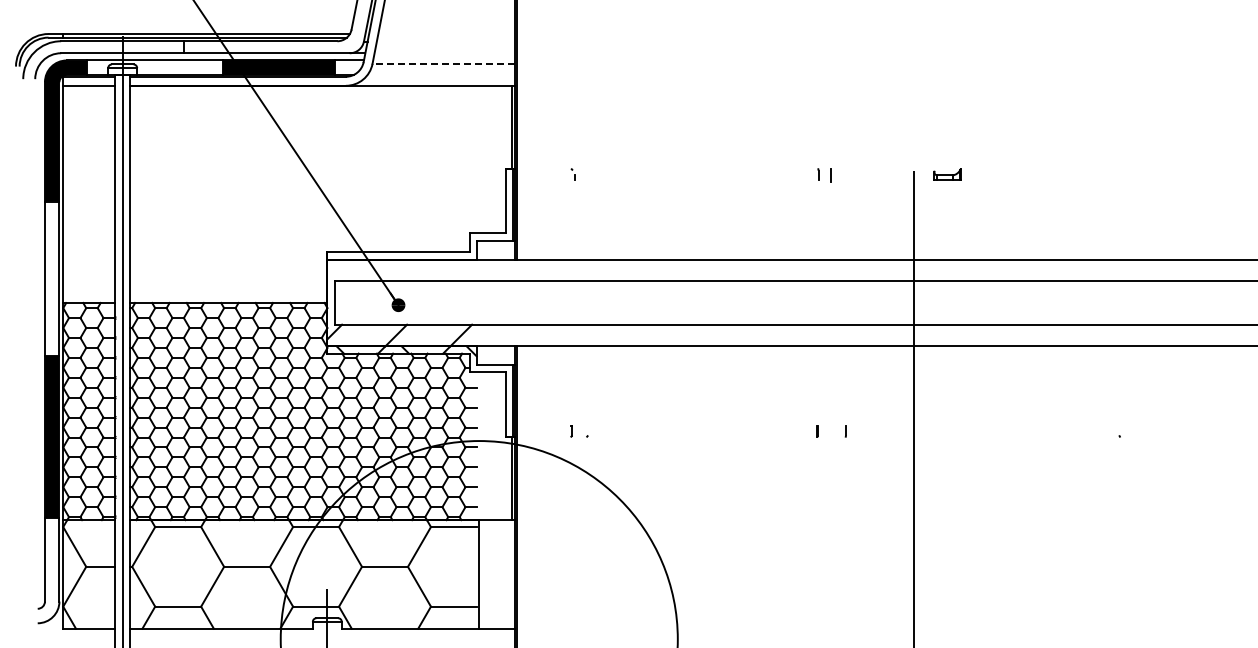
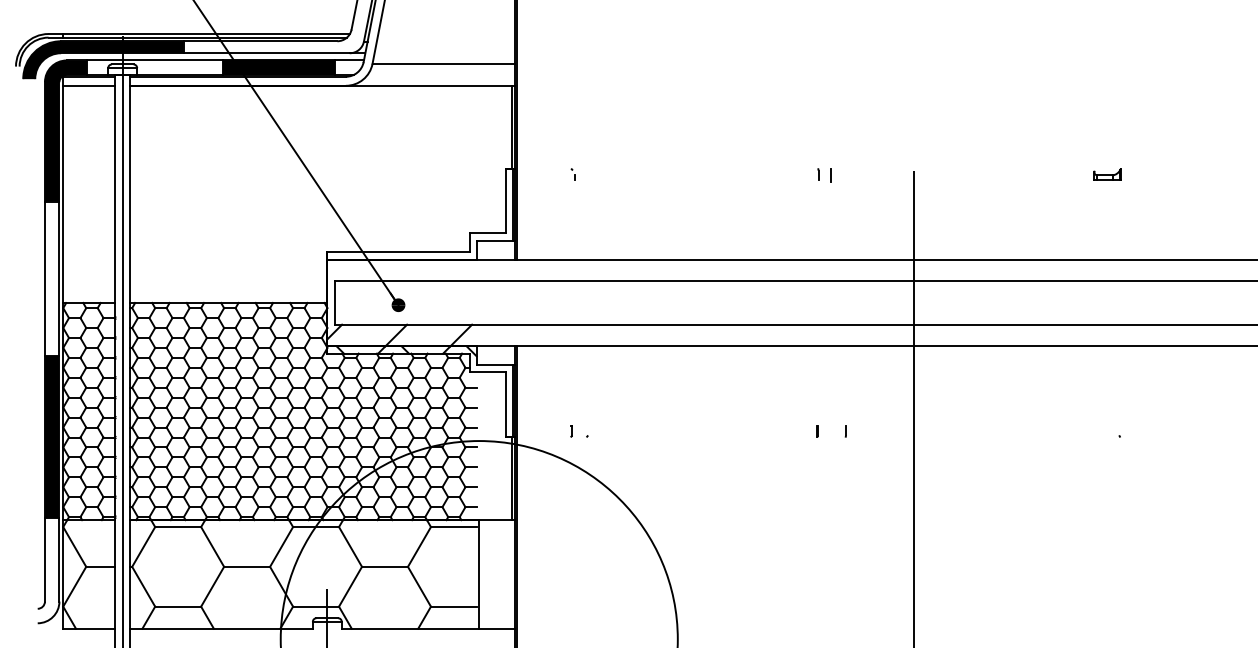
fill at (103, 60): none -> present
line at (443, 63): dashed -> solid
part at (947, 174) position: (947, 174) -> (1107, 174)
